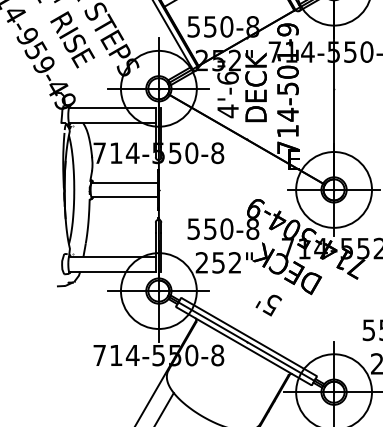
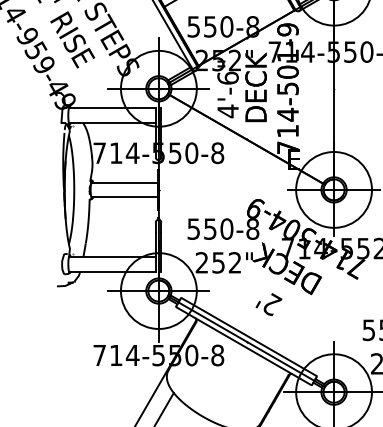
text at (272, 304): 5' -> 2'
